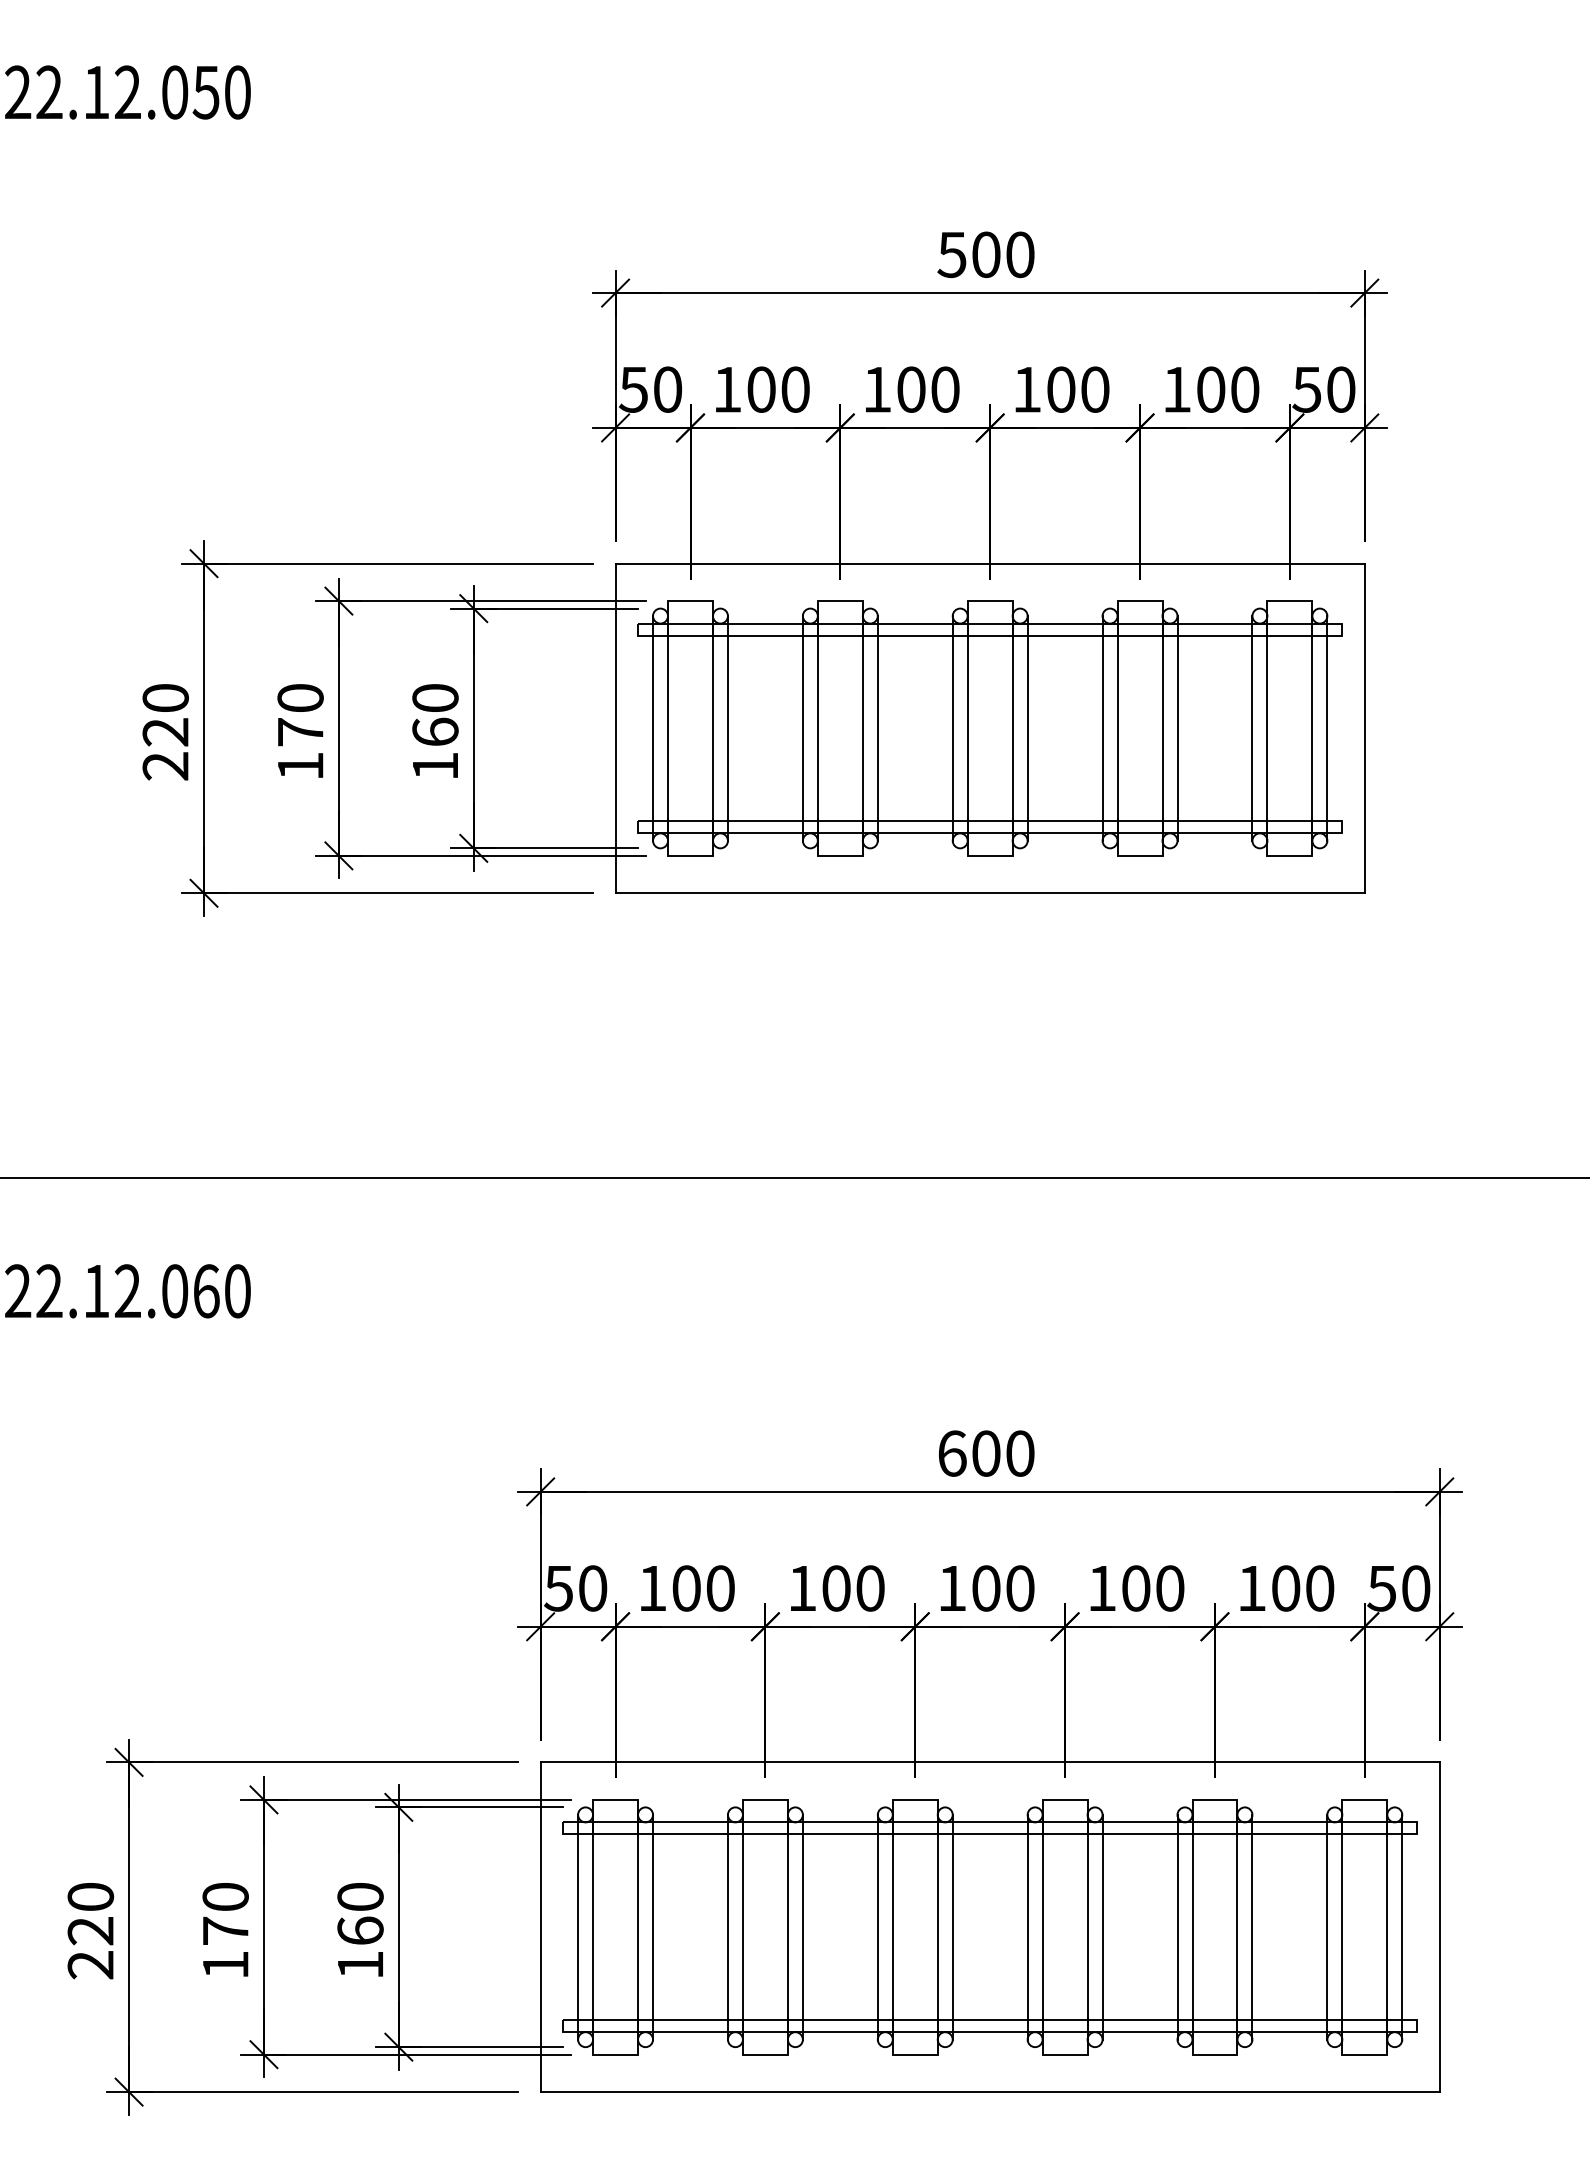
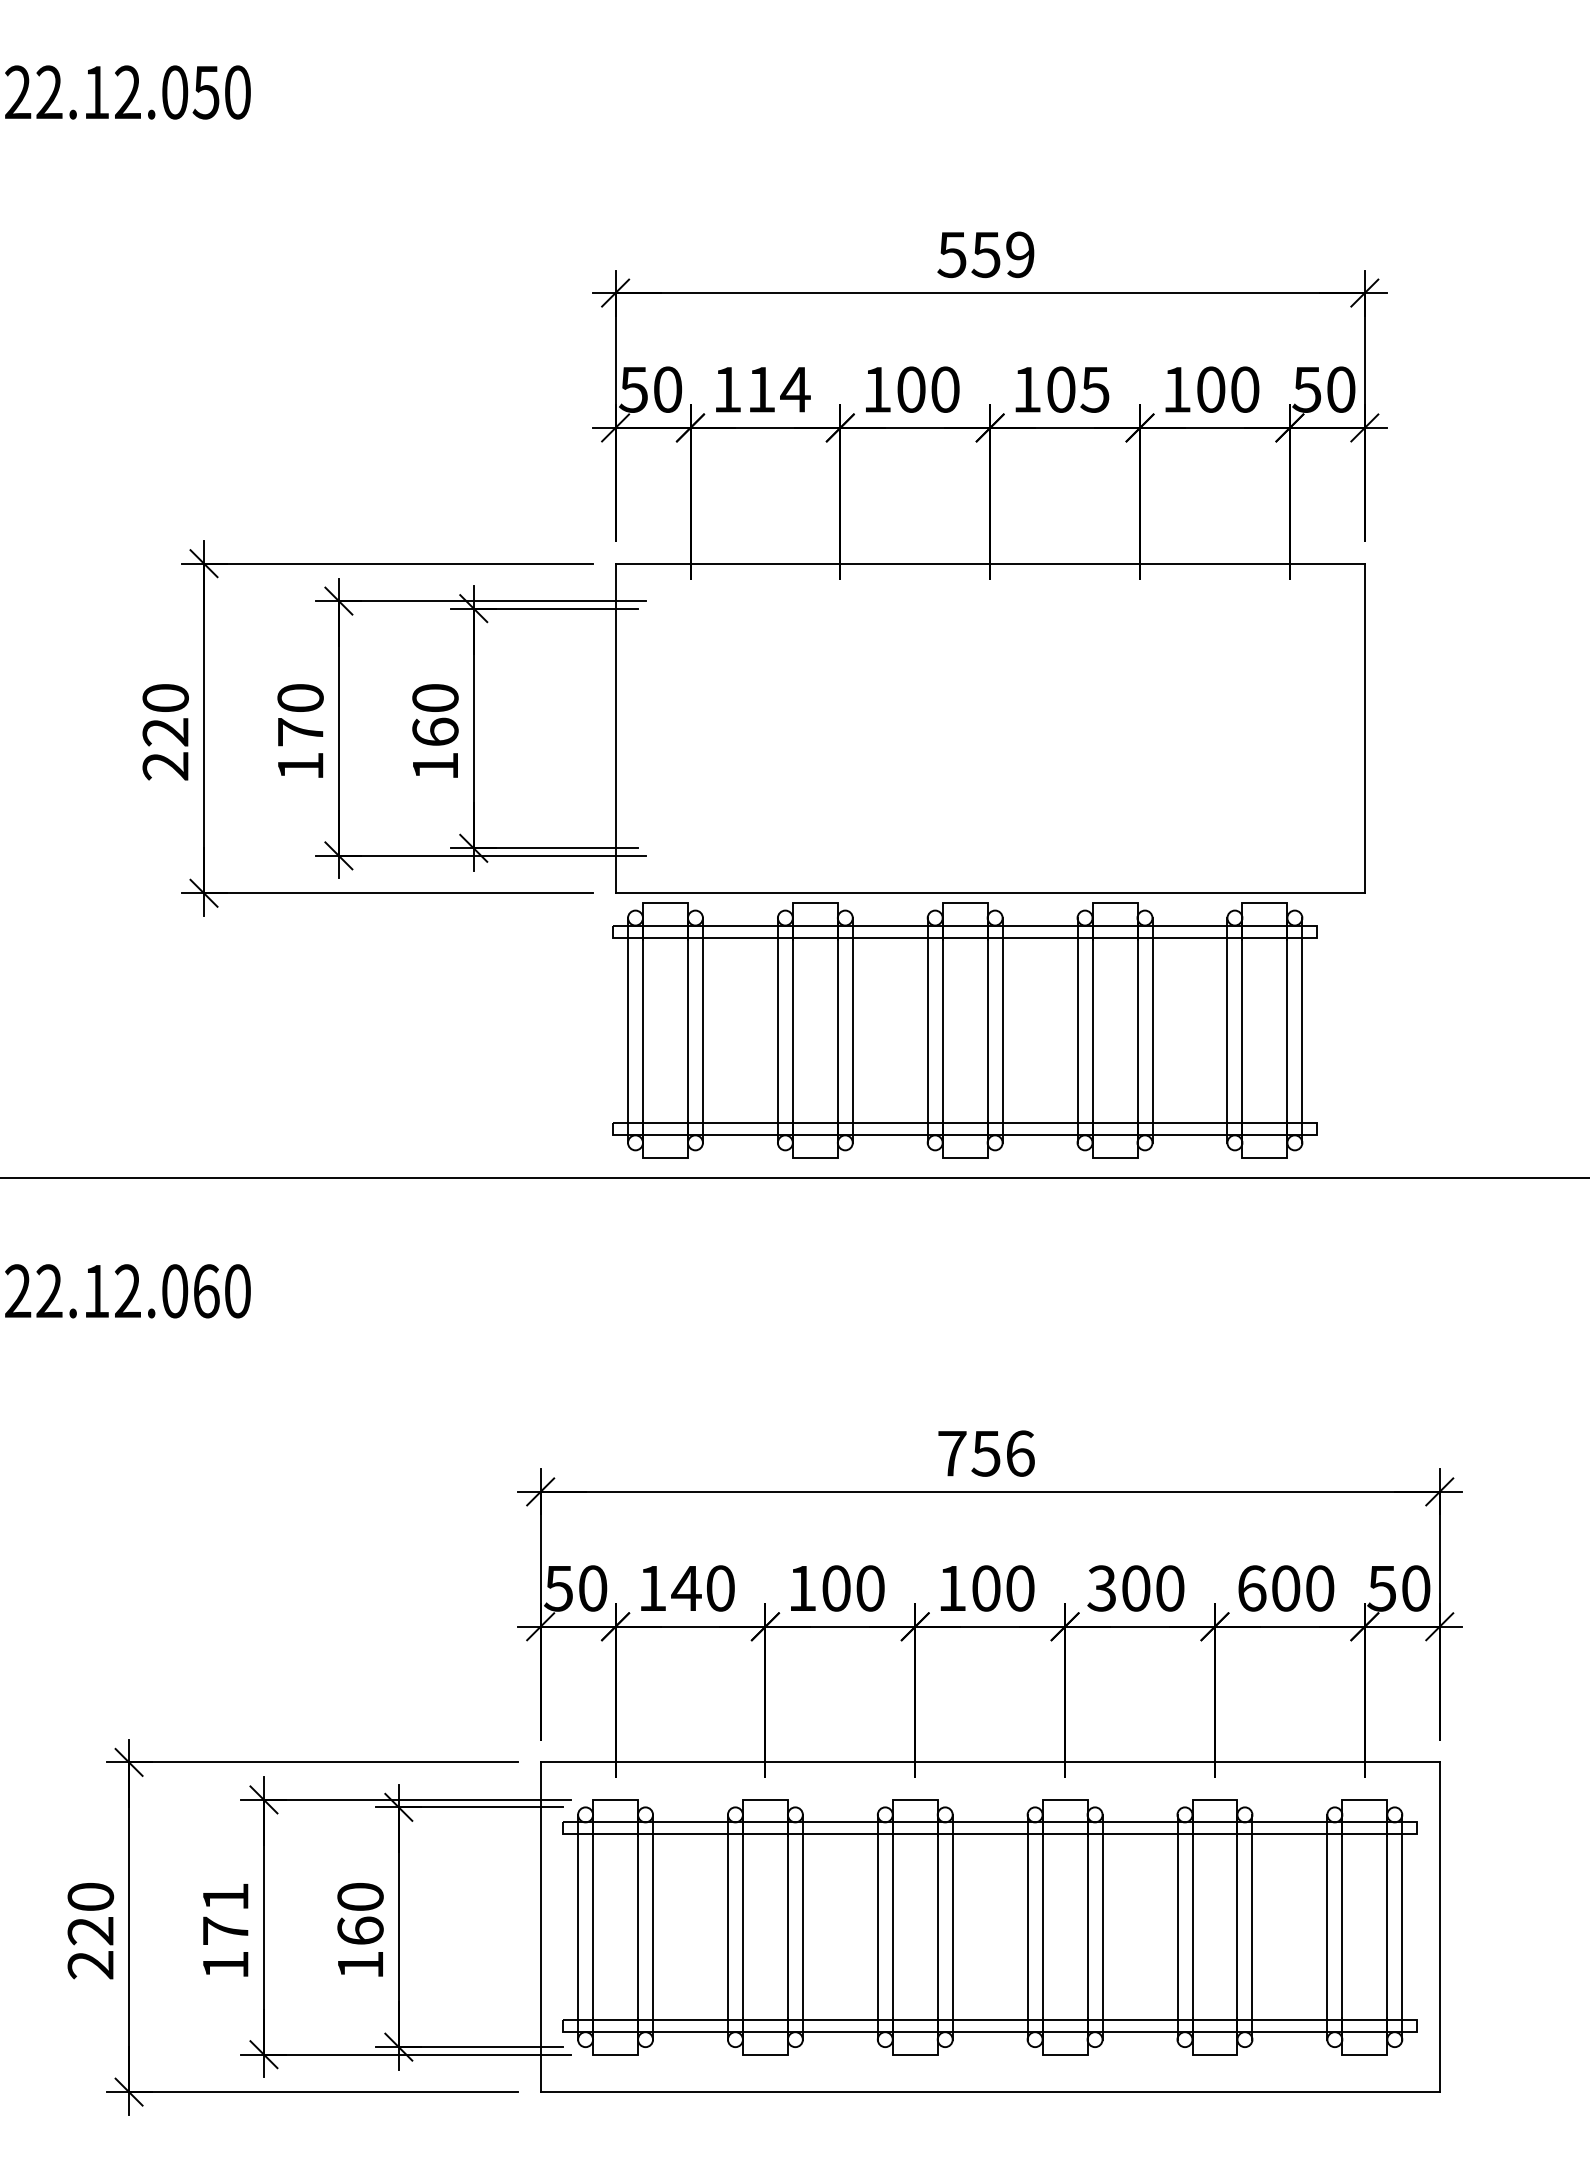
text at (1002, 254): 500 -> 559
text at (778, 389): 100 -> 114
text at (1094, 389): 100 -> 105
part at (989, 728) position: (989, 728) -> (964, 1030)
text at (986, 1453): 600 -> 756
text at (686, 1588): 100 -> 140
text at (1101, 1588): 100 -> 300
text at (1252, 1588): 100 -> 600
text at (225, 1896): 170 -> 171
